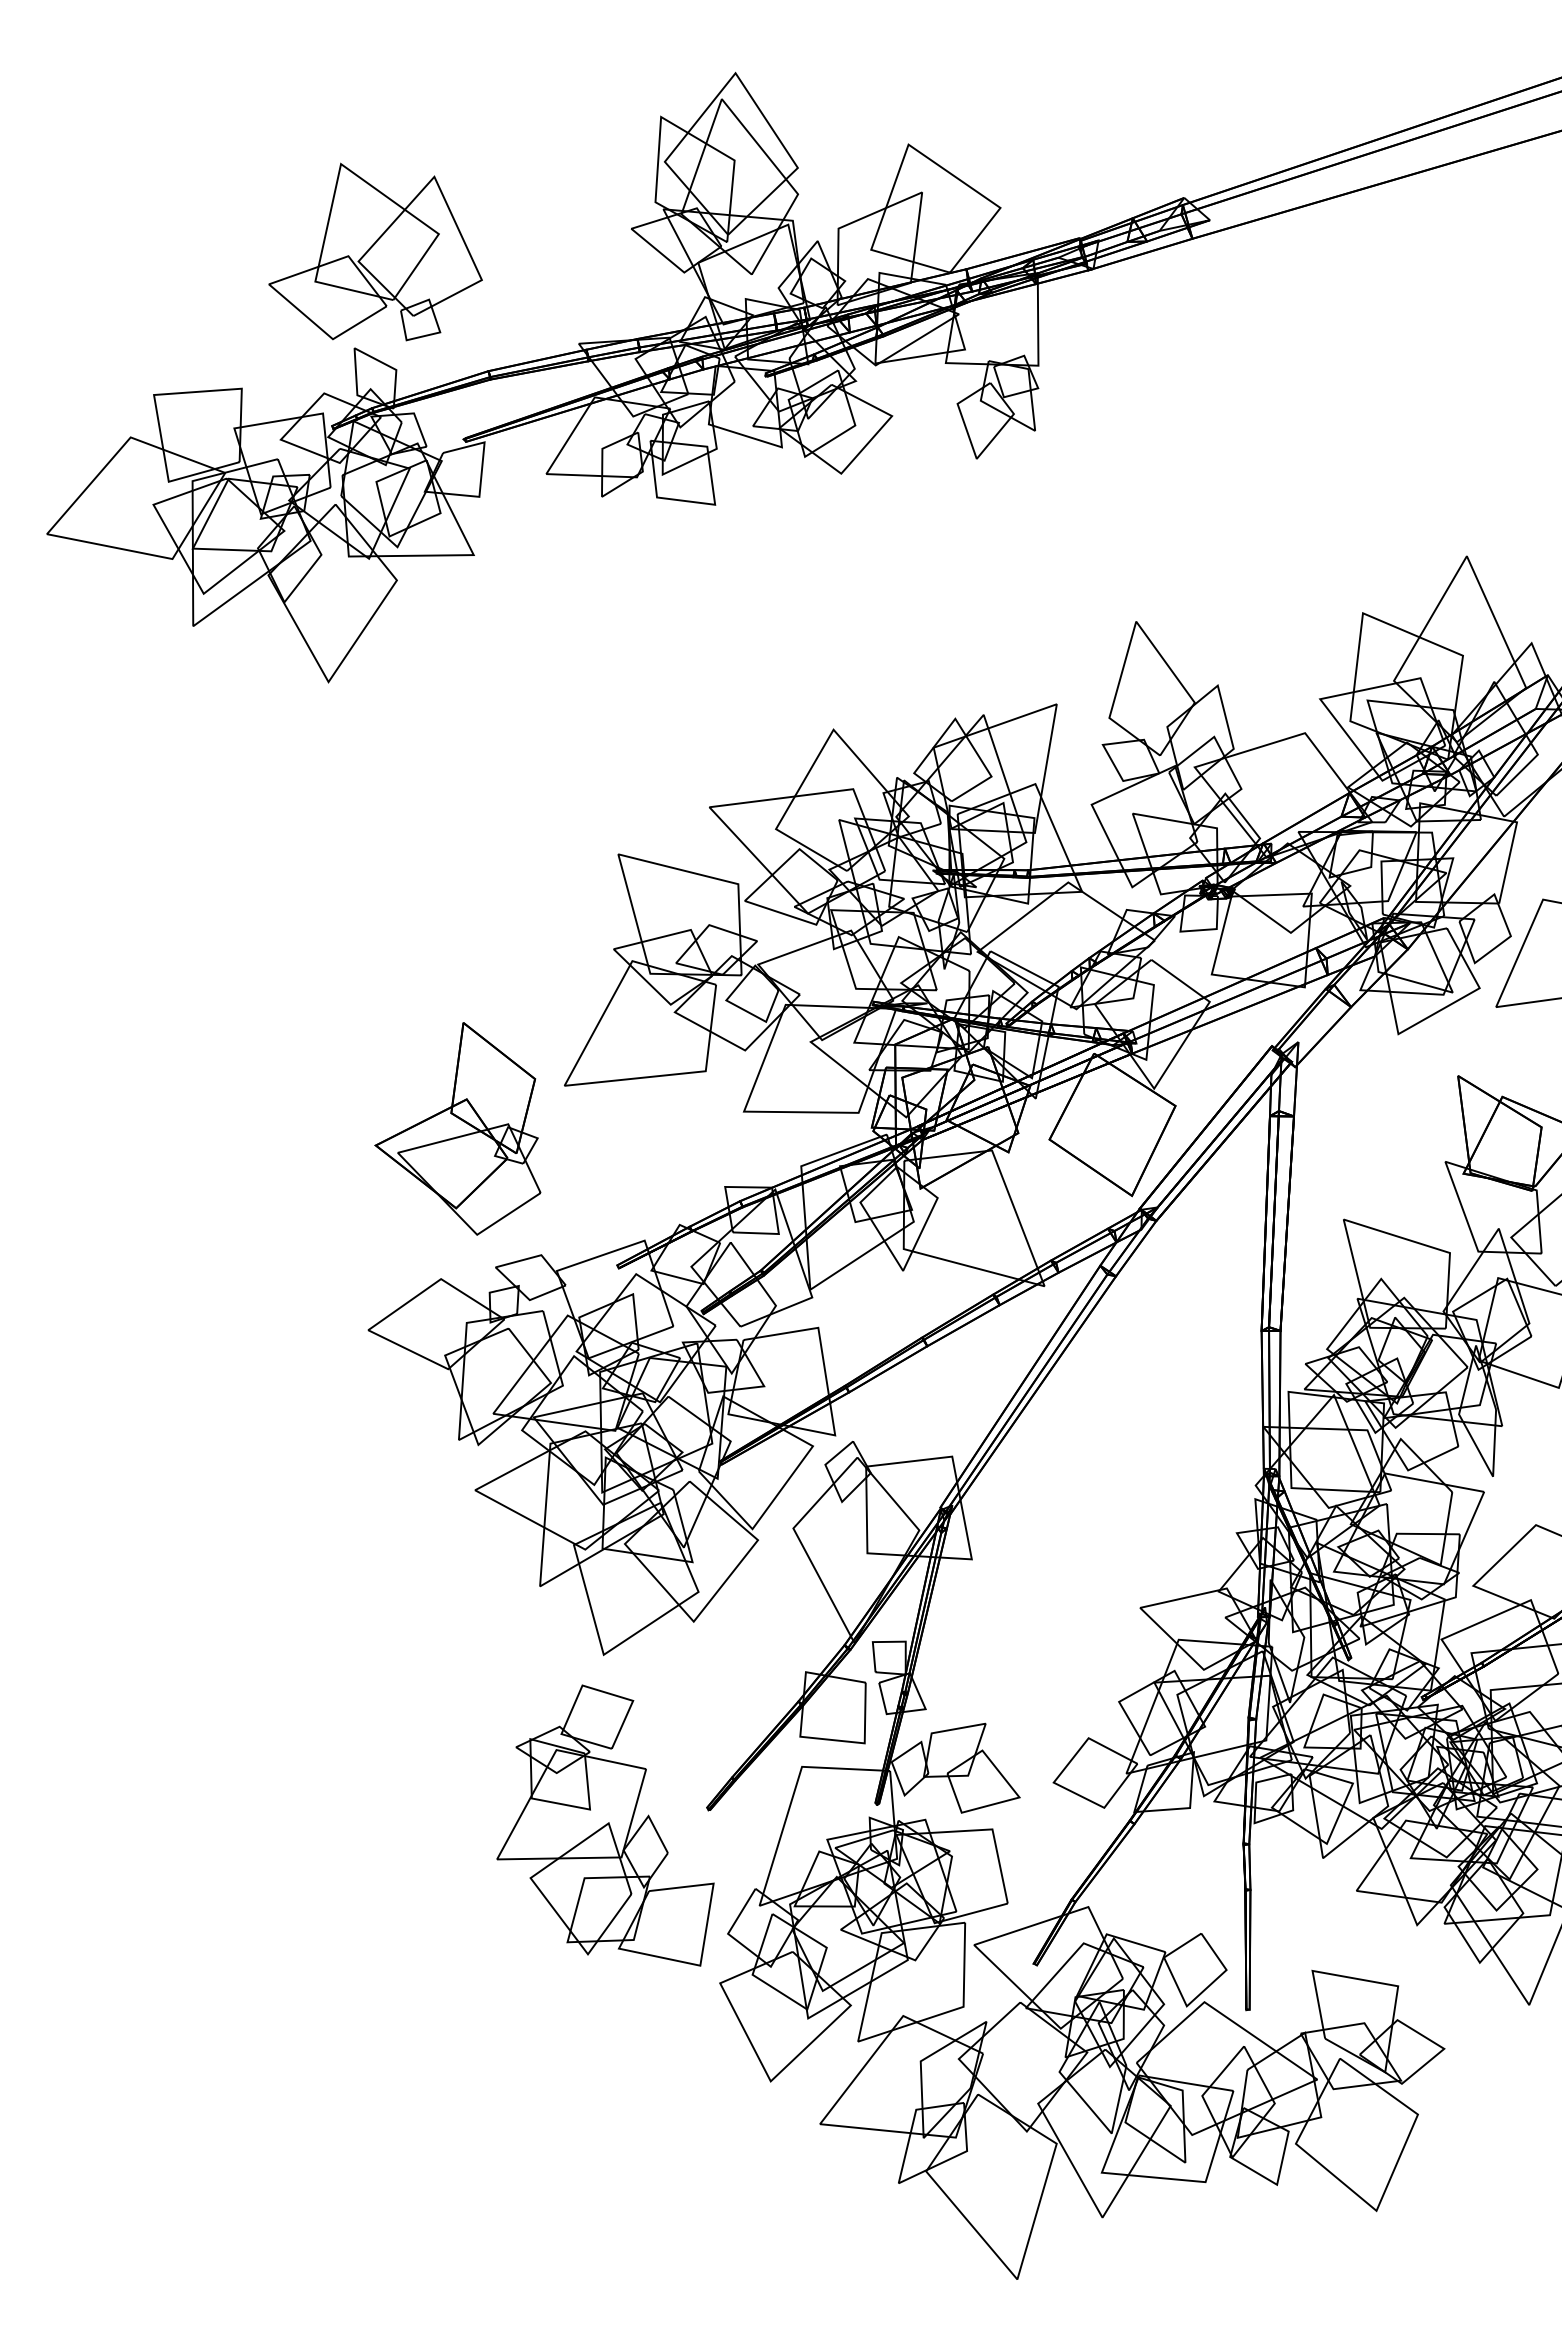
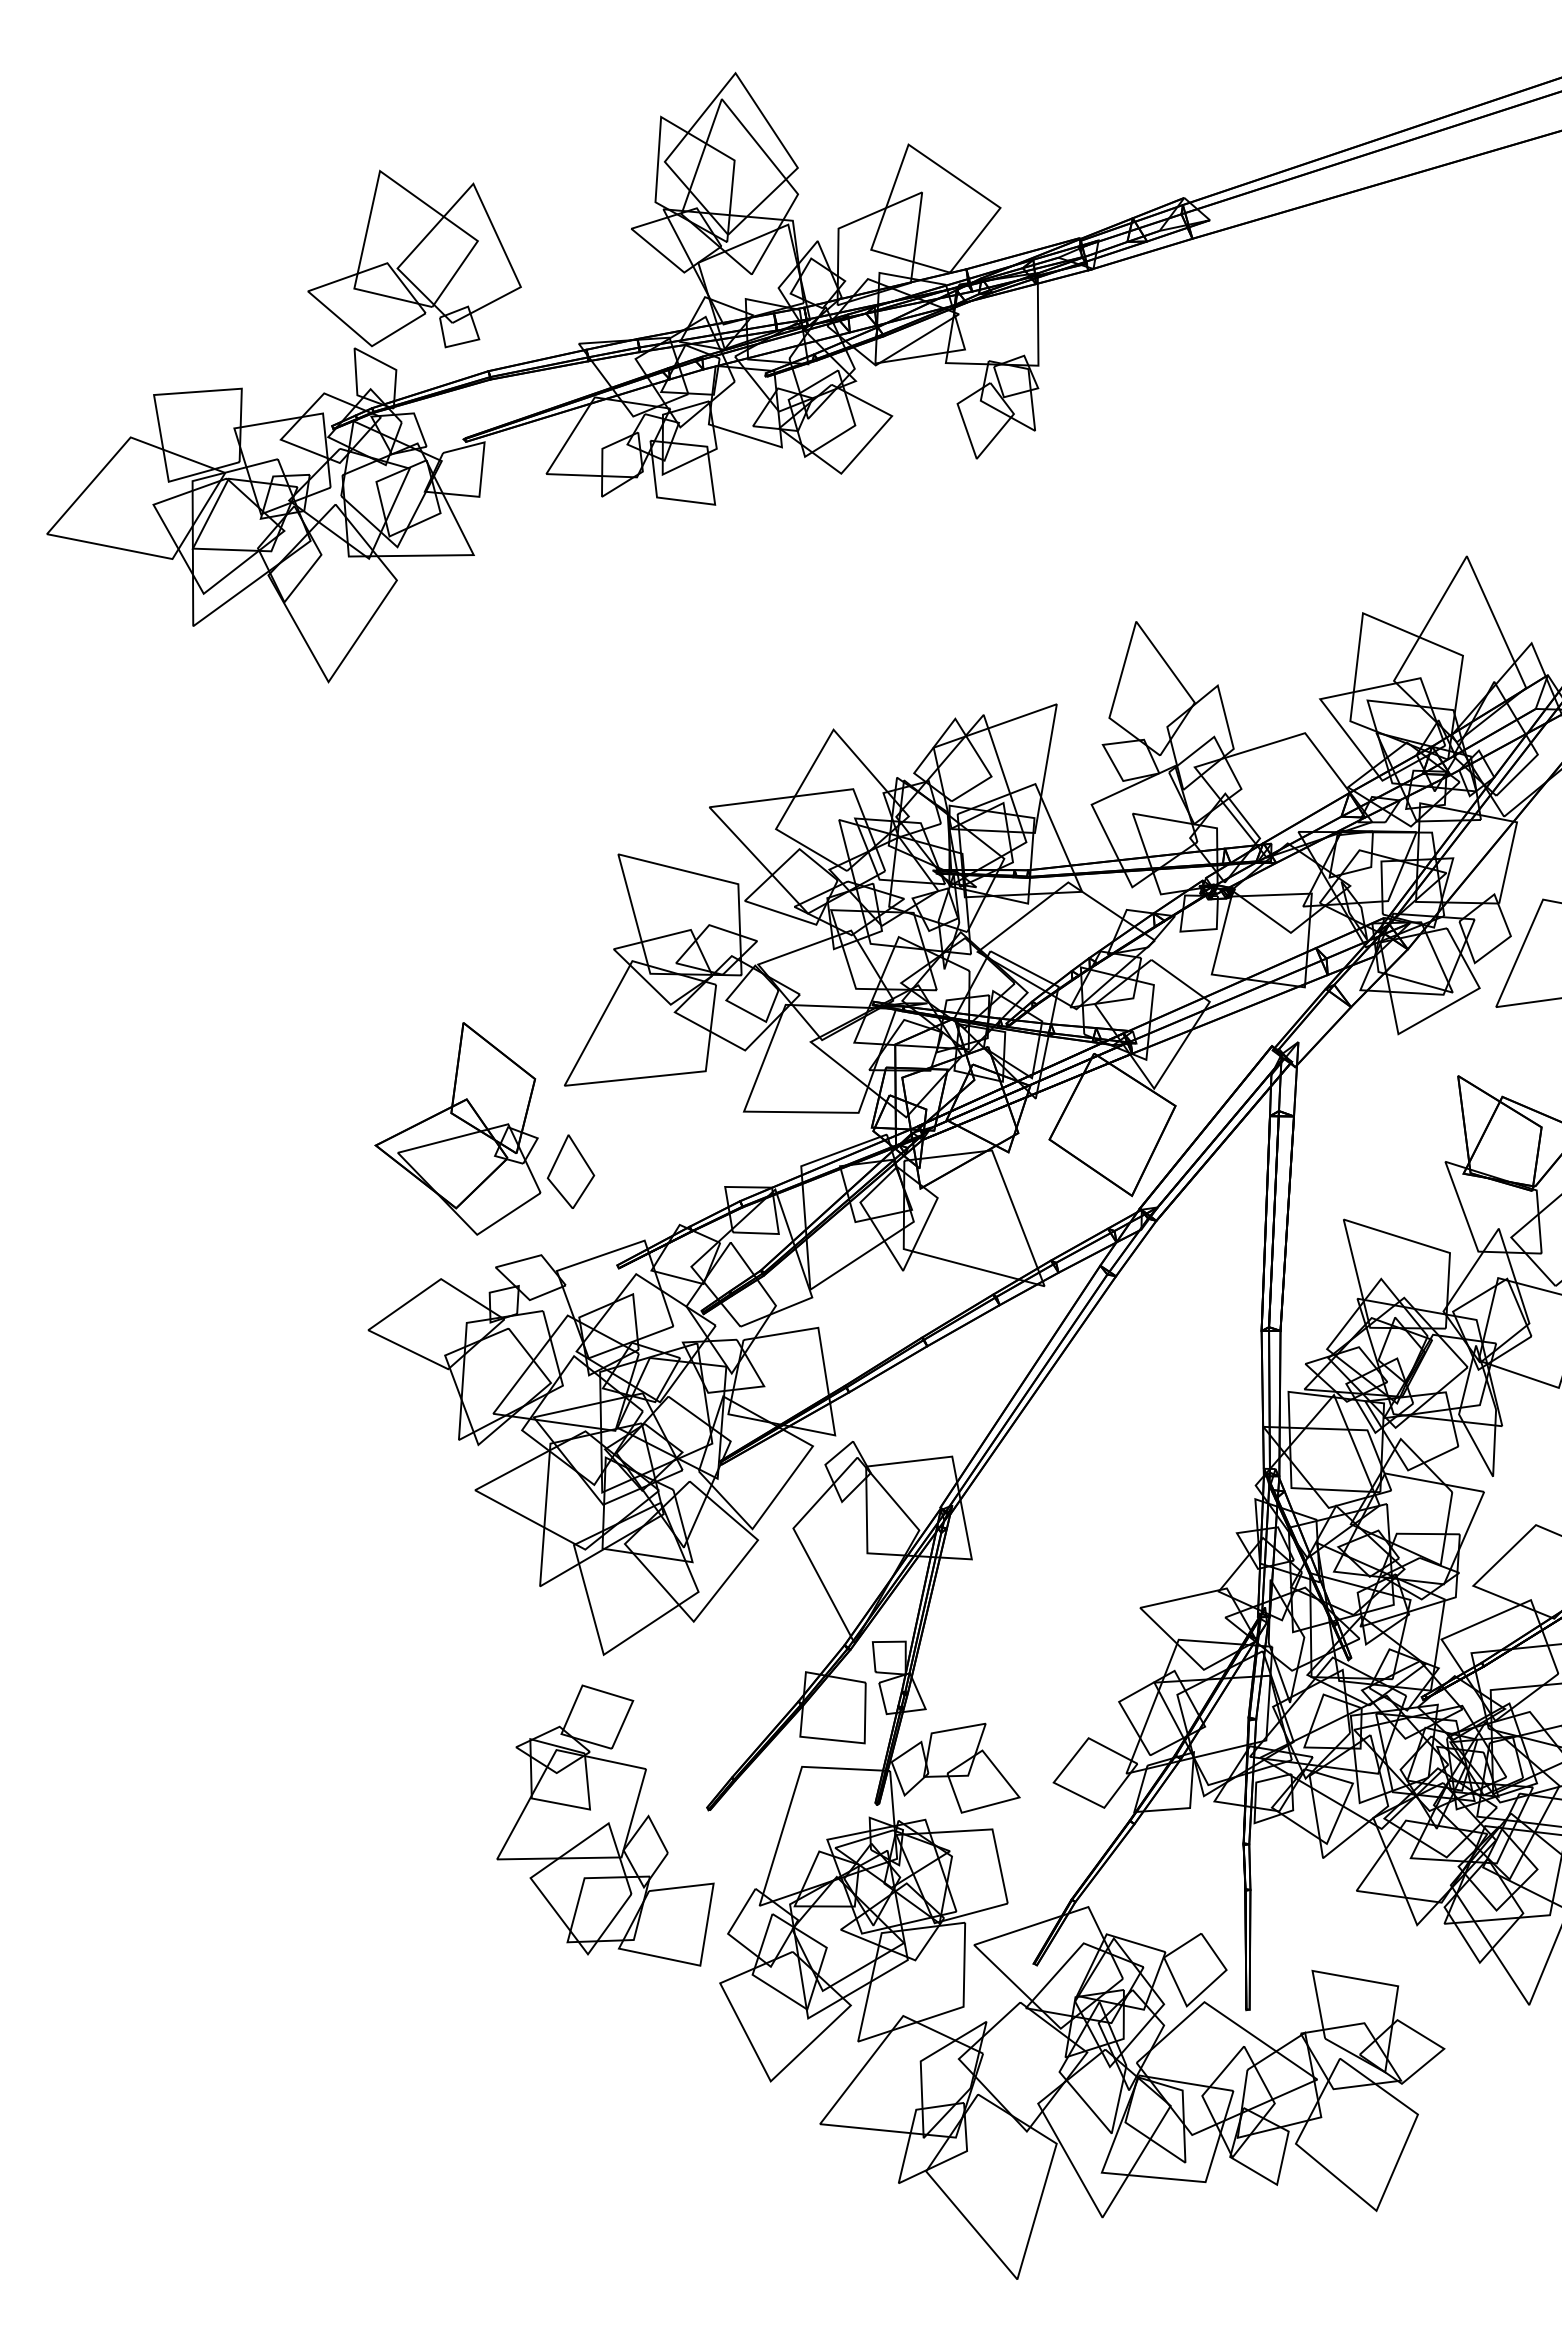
part at (375, 251) position: (375, 251) -> (414, 258)
part at (570, 1171): none -> present
